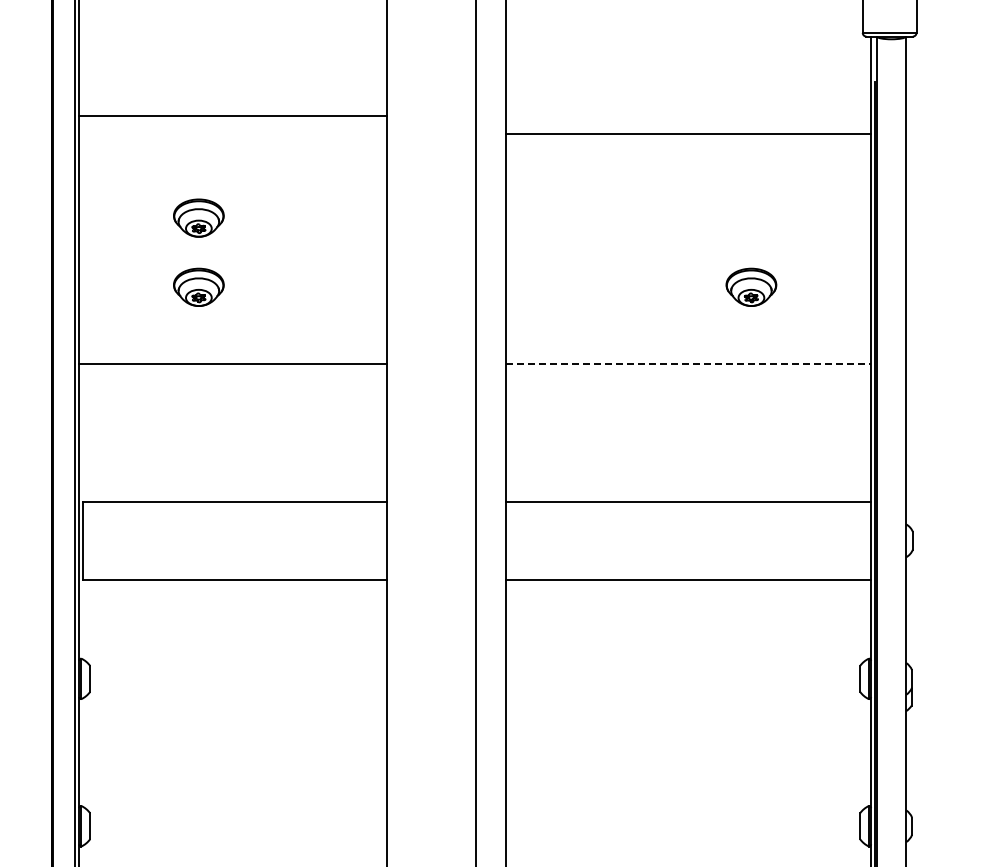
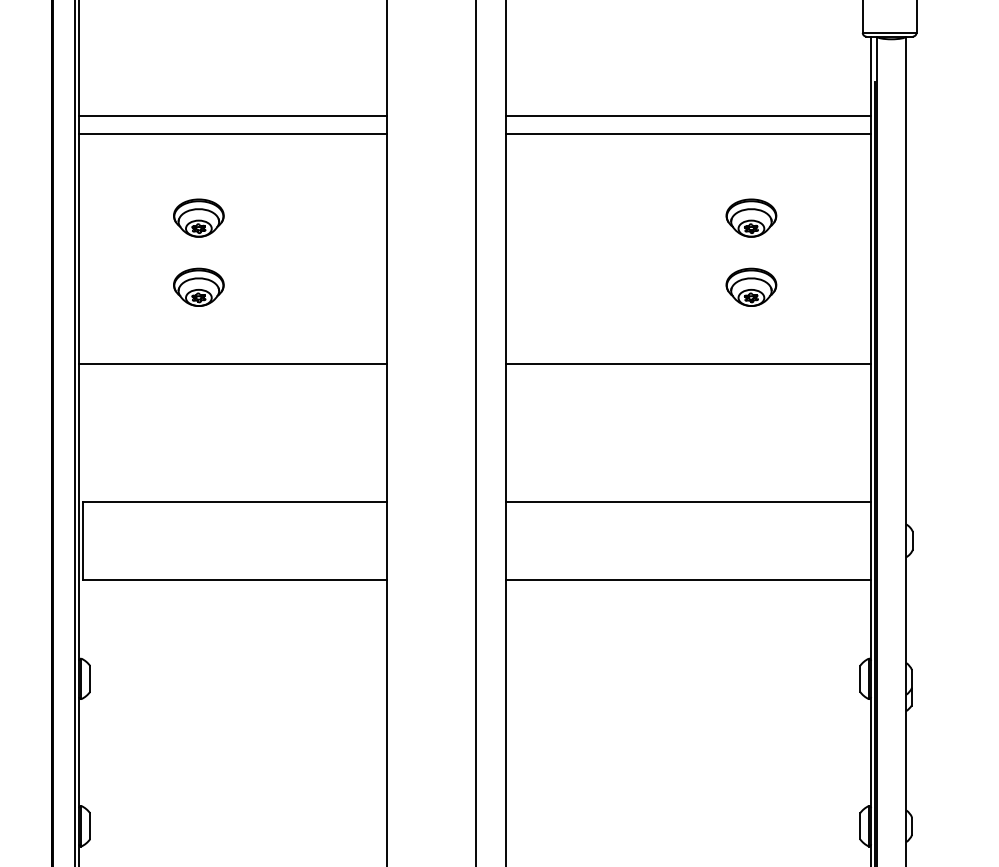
line at (688, 116): none -> present
line at (232, 133): none -> present
part at (751, 217): none -> present
line at (689, 364): dashed -> solid
